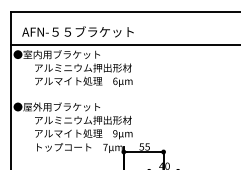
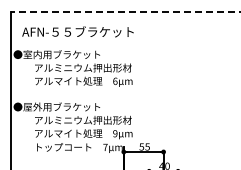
line at (125, 11): solid -> dashed
line at (124, 45): present -> none
